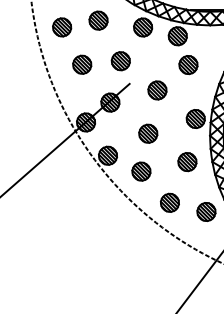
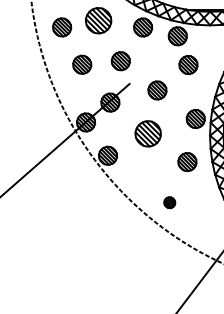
part at (98, 20) size: 21x21 px -> 28x28 px
part at (148, 133) size: 21x21 px -> 28x28 px
part at (141, 171): present -> none
part at (169, 202) size: 21x21 px -> 14x14 px
part at (206, 211): present -> none
